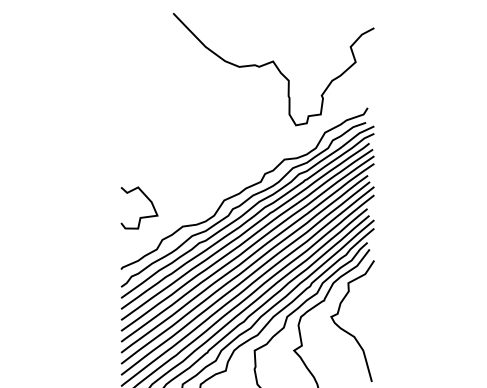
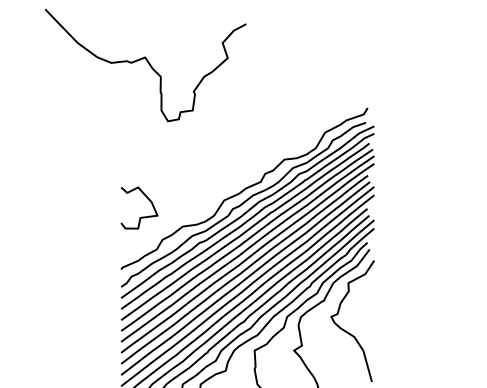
curve at (276, 68) position: (276, 68) -> (148, 64)
